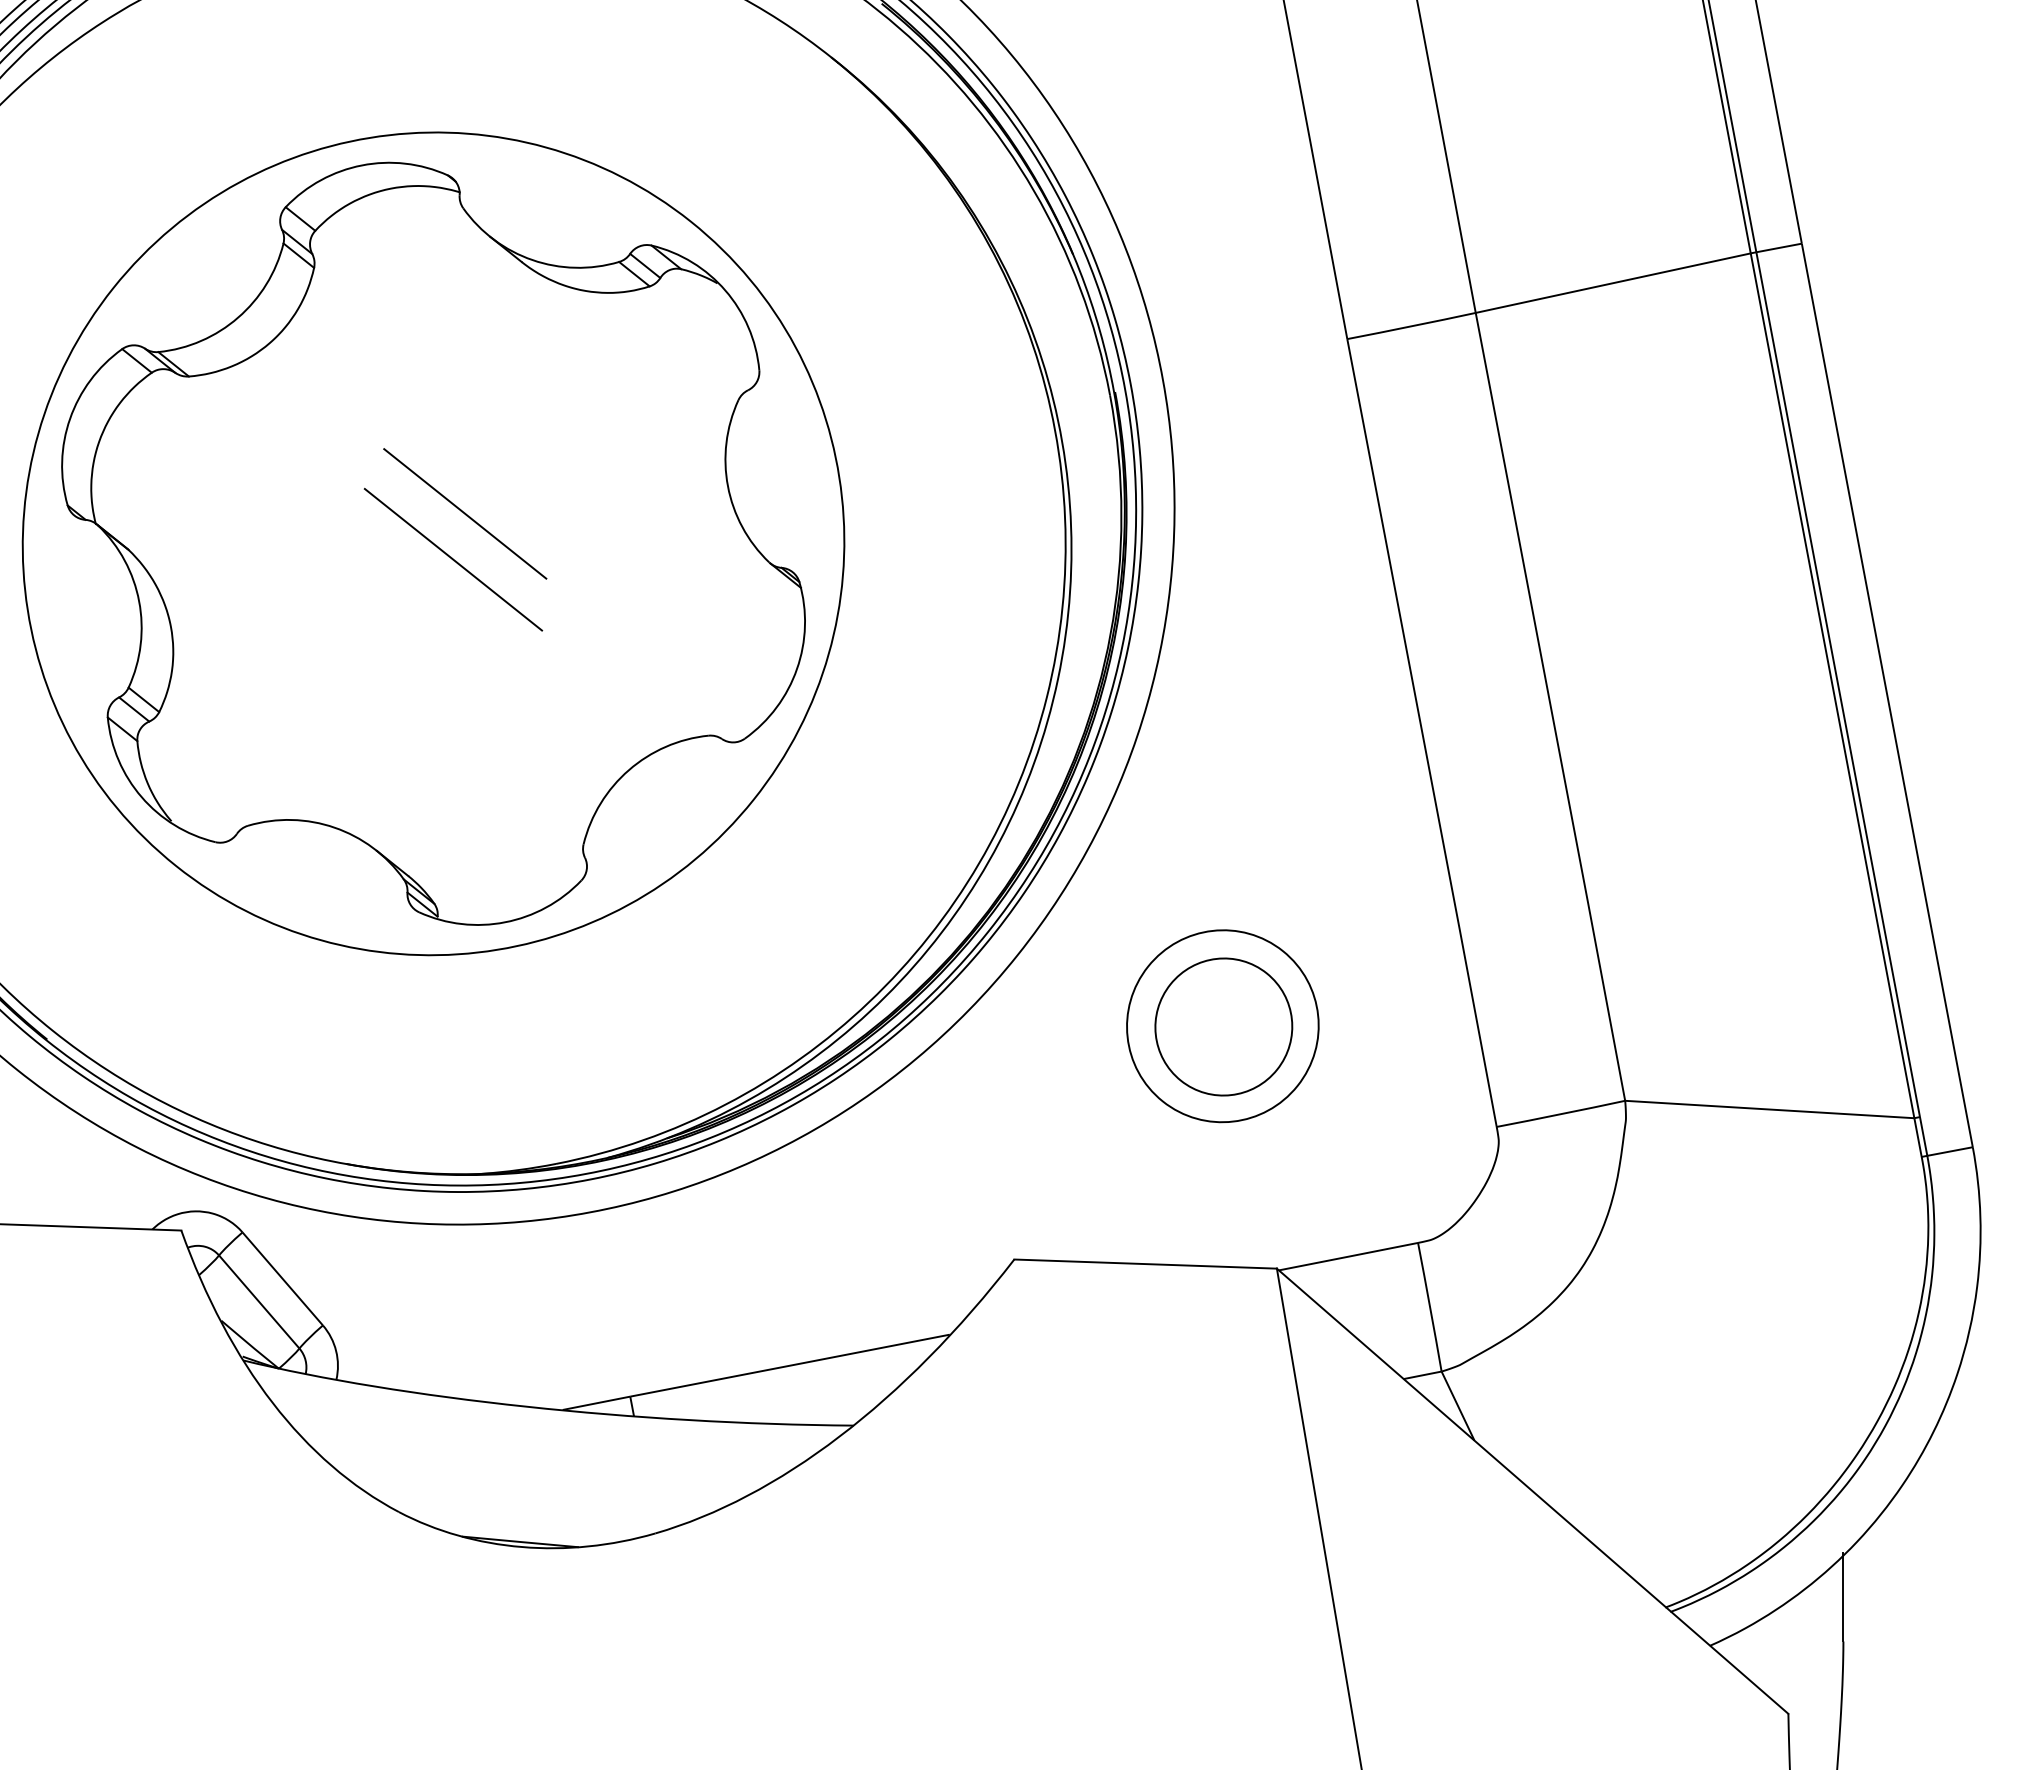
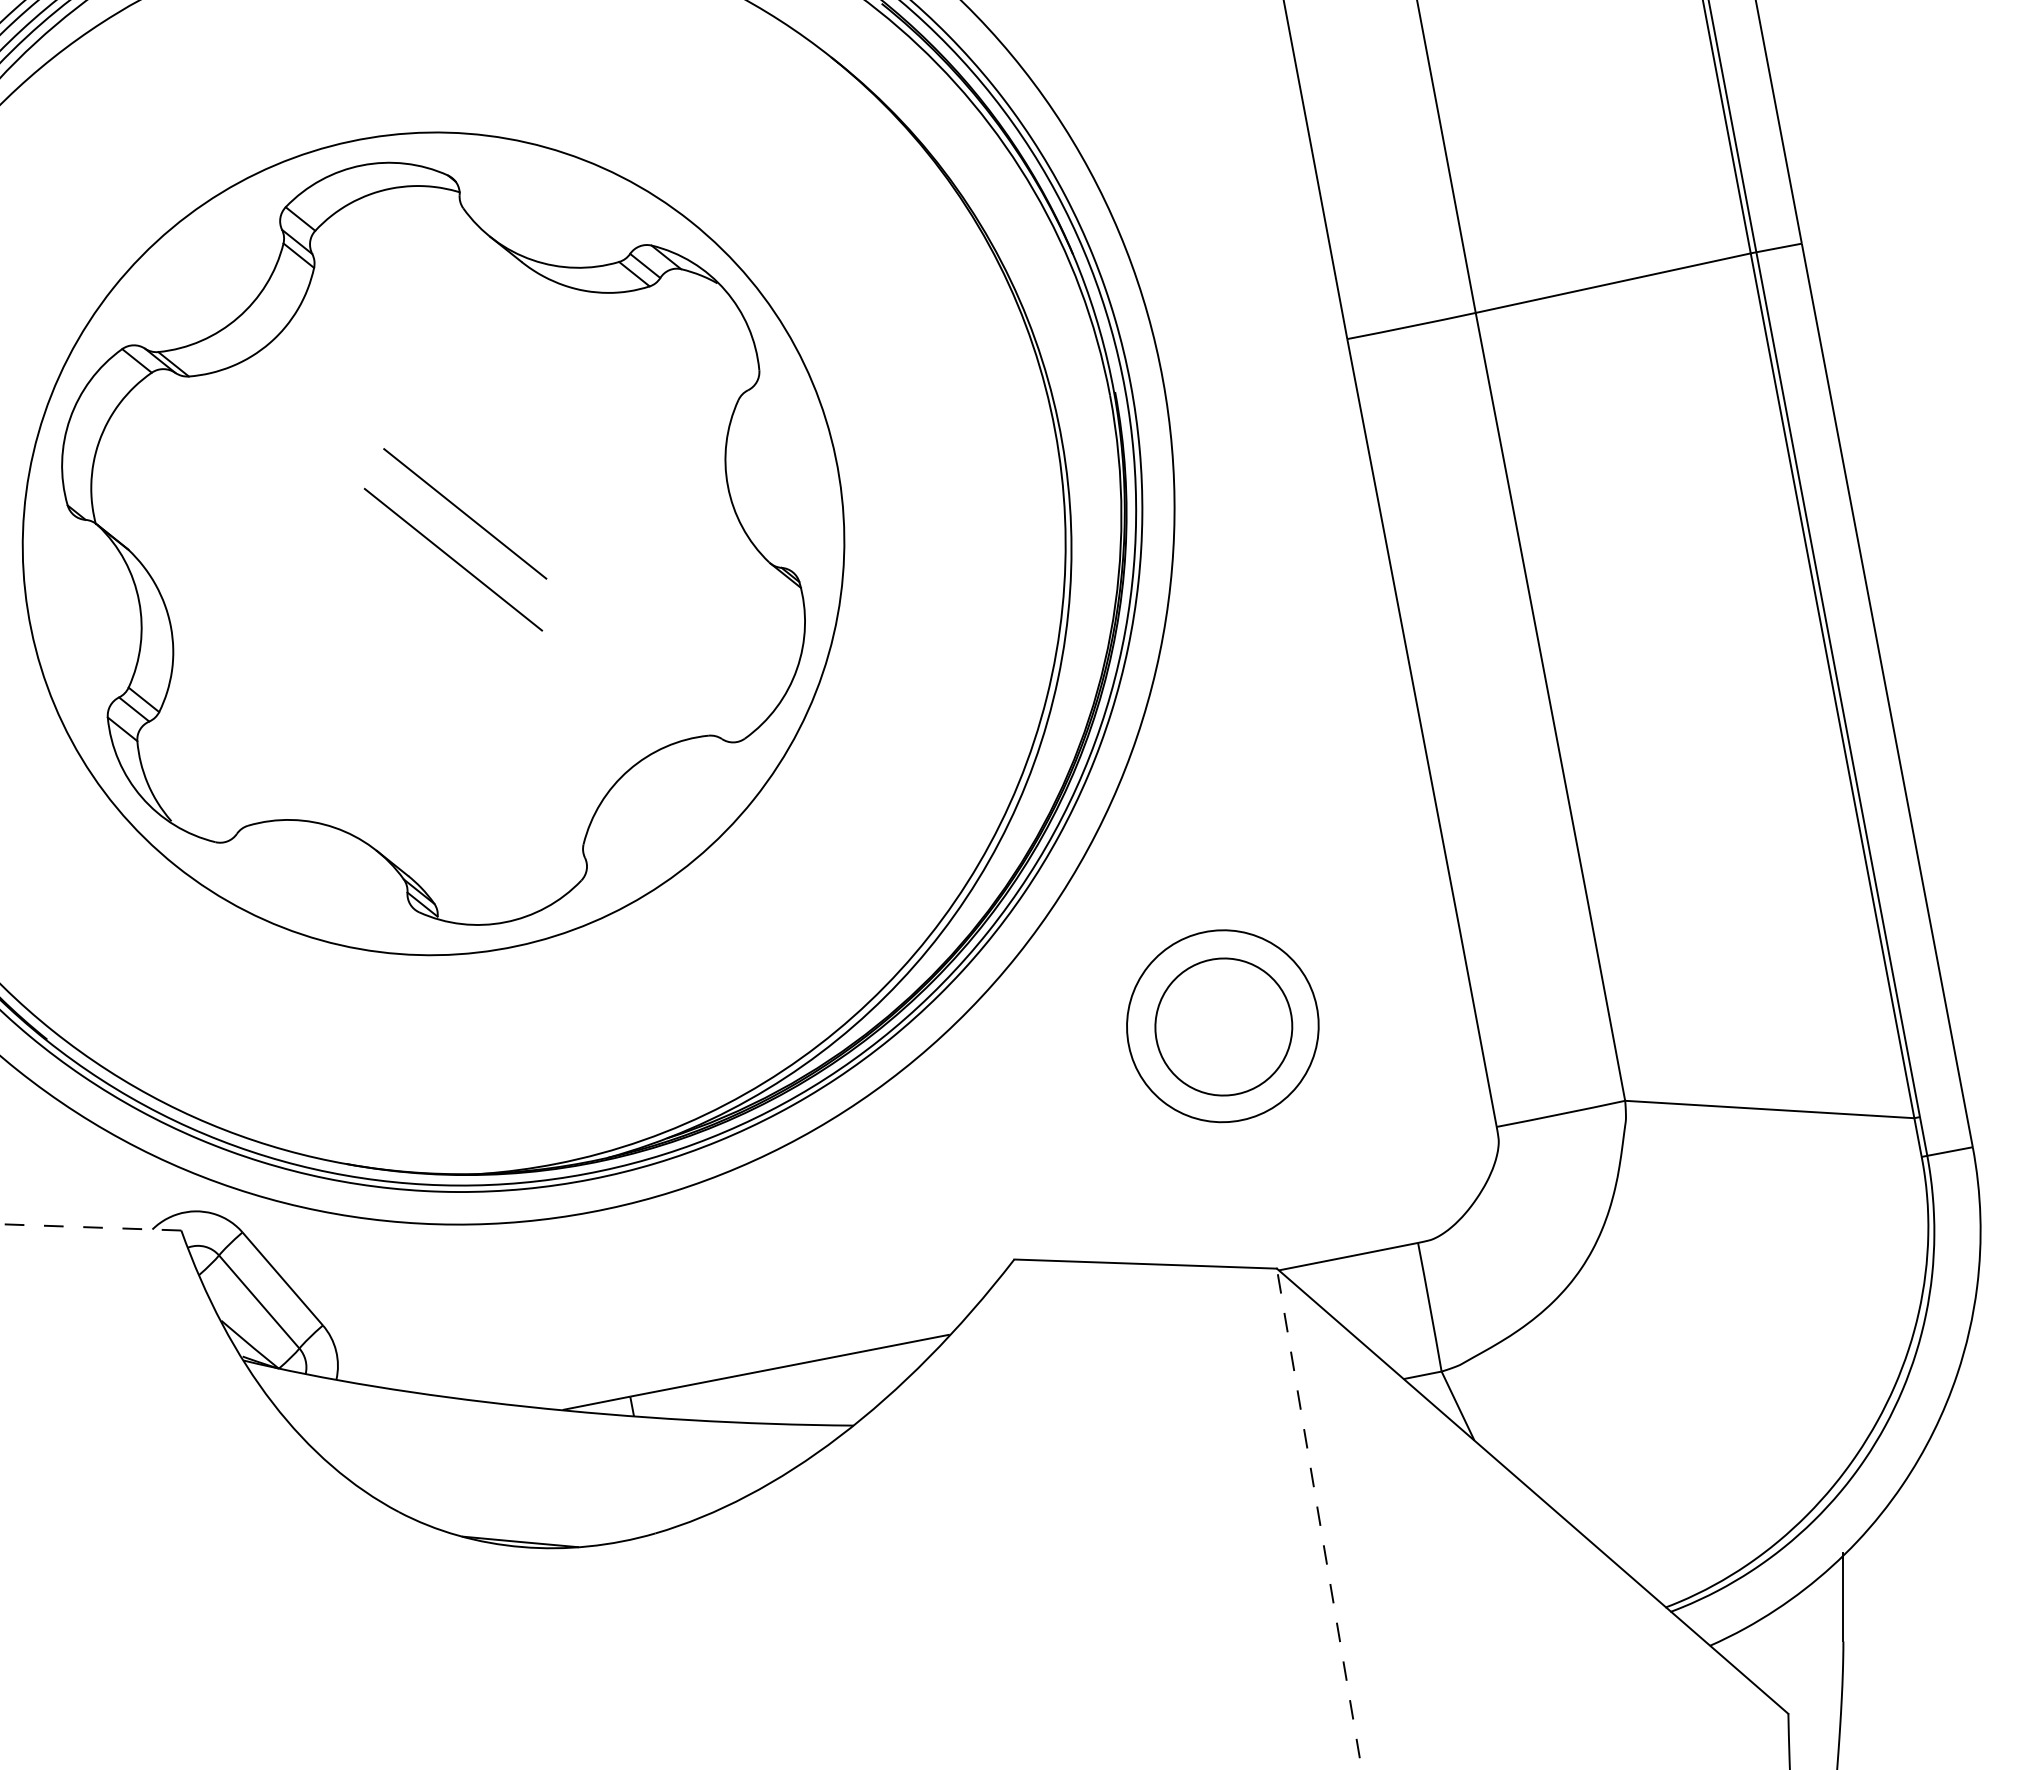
line at (90, 1227): solid -> dashed
line at (1319, 1518): solid -> dashed
